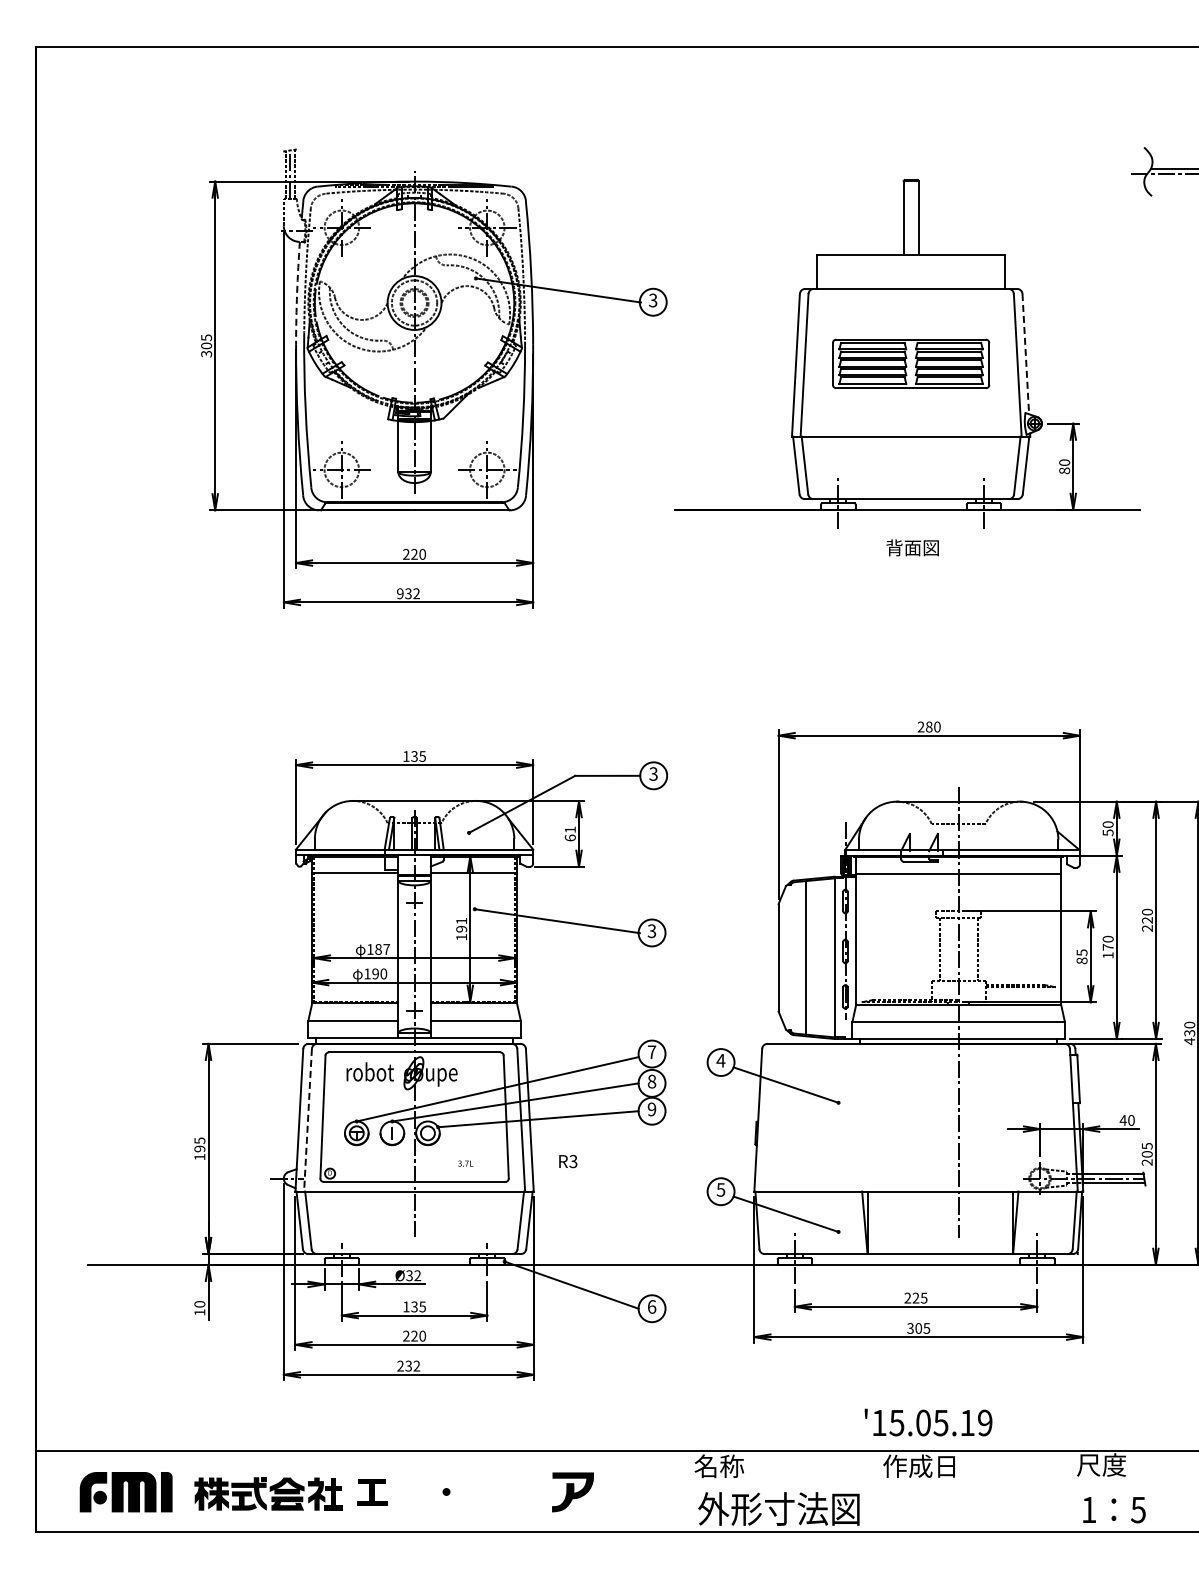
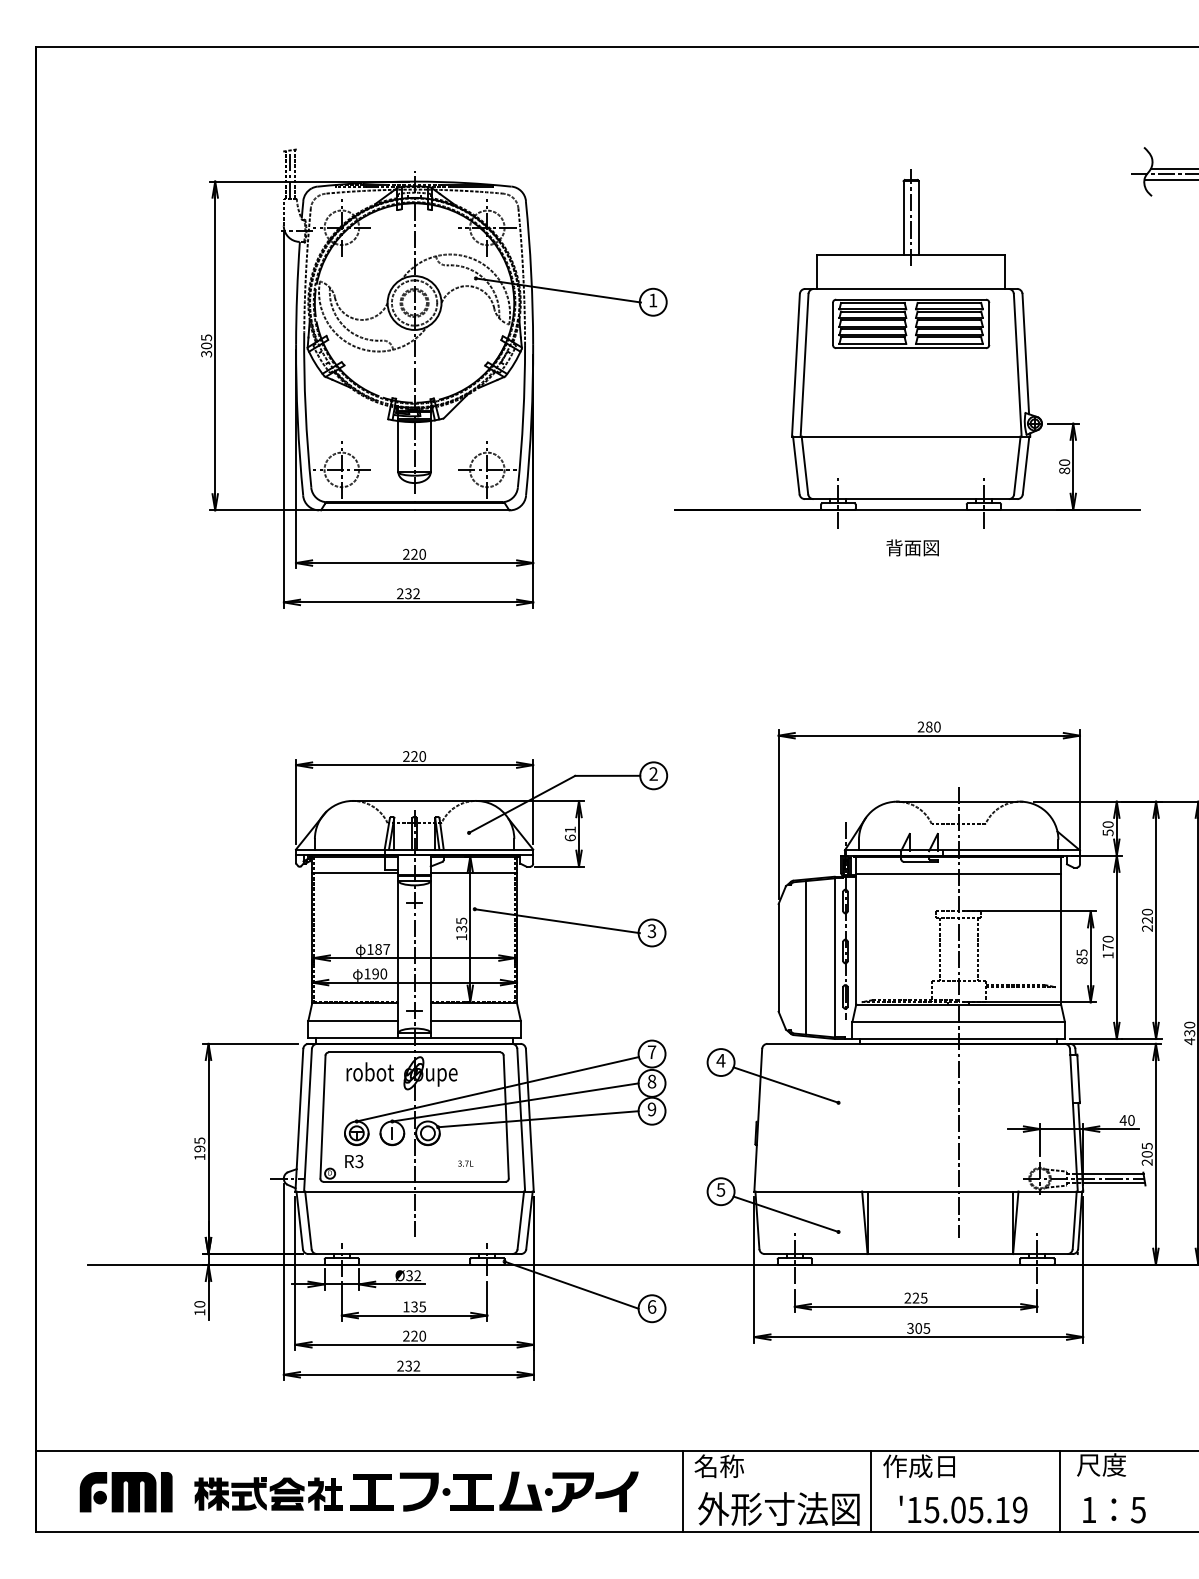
line at (1169, 179): none -> present
line at (911, 216): none -> present
arc at (297, 293): dashed -> solid
text at (652, 300): 3 -> 1
line at (1025, 354): dashed -> solid
part at (911, 363) position: (911, 363) -> (911, 323)
text at (400, 594): 932 -> 232
text at (414, 756): 135 -> 220
text at (653, 773): 3 -> 2
text at (461, 924): 191 -> 135
line at (307, 1120): dashed -> solid
text at (568, 1161) position: (568, 1161) -> (354, 1161)
text at (928, 1422) position: (928, 1422) -> (963, 1509)
line at (682, 1490): none -> present
line at (871, 1490): none -> present
line at (1060, 1490): none -> present
fill at (418, 1491): none -> present
part at (507, 1491): none -> present
fill at (616, 1491): none -> present
part at (372, 1492) size: 31x27 px -> 44x37 px
